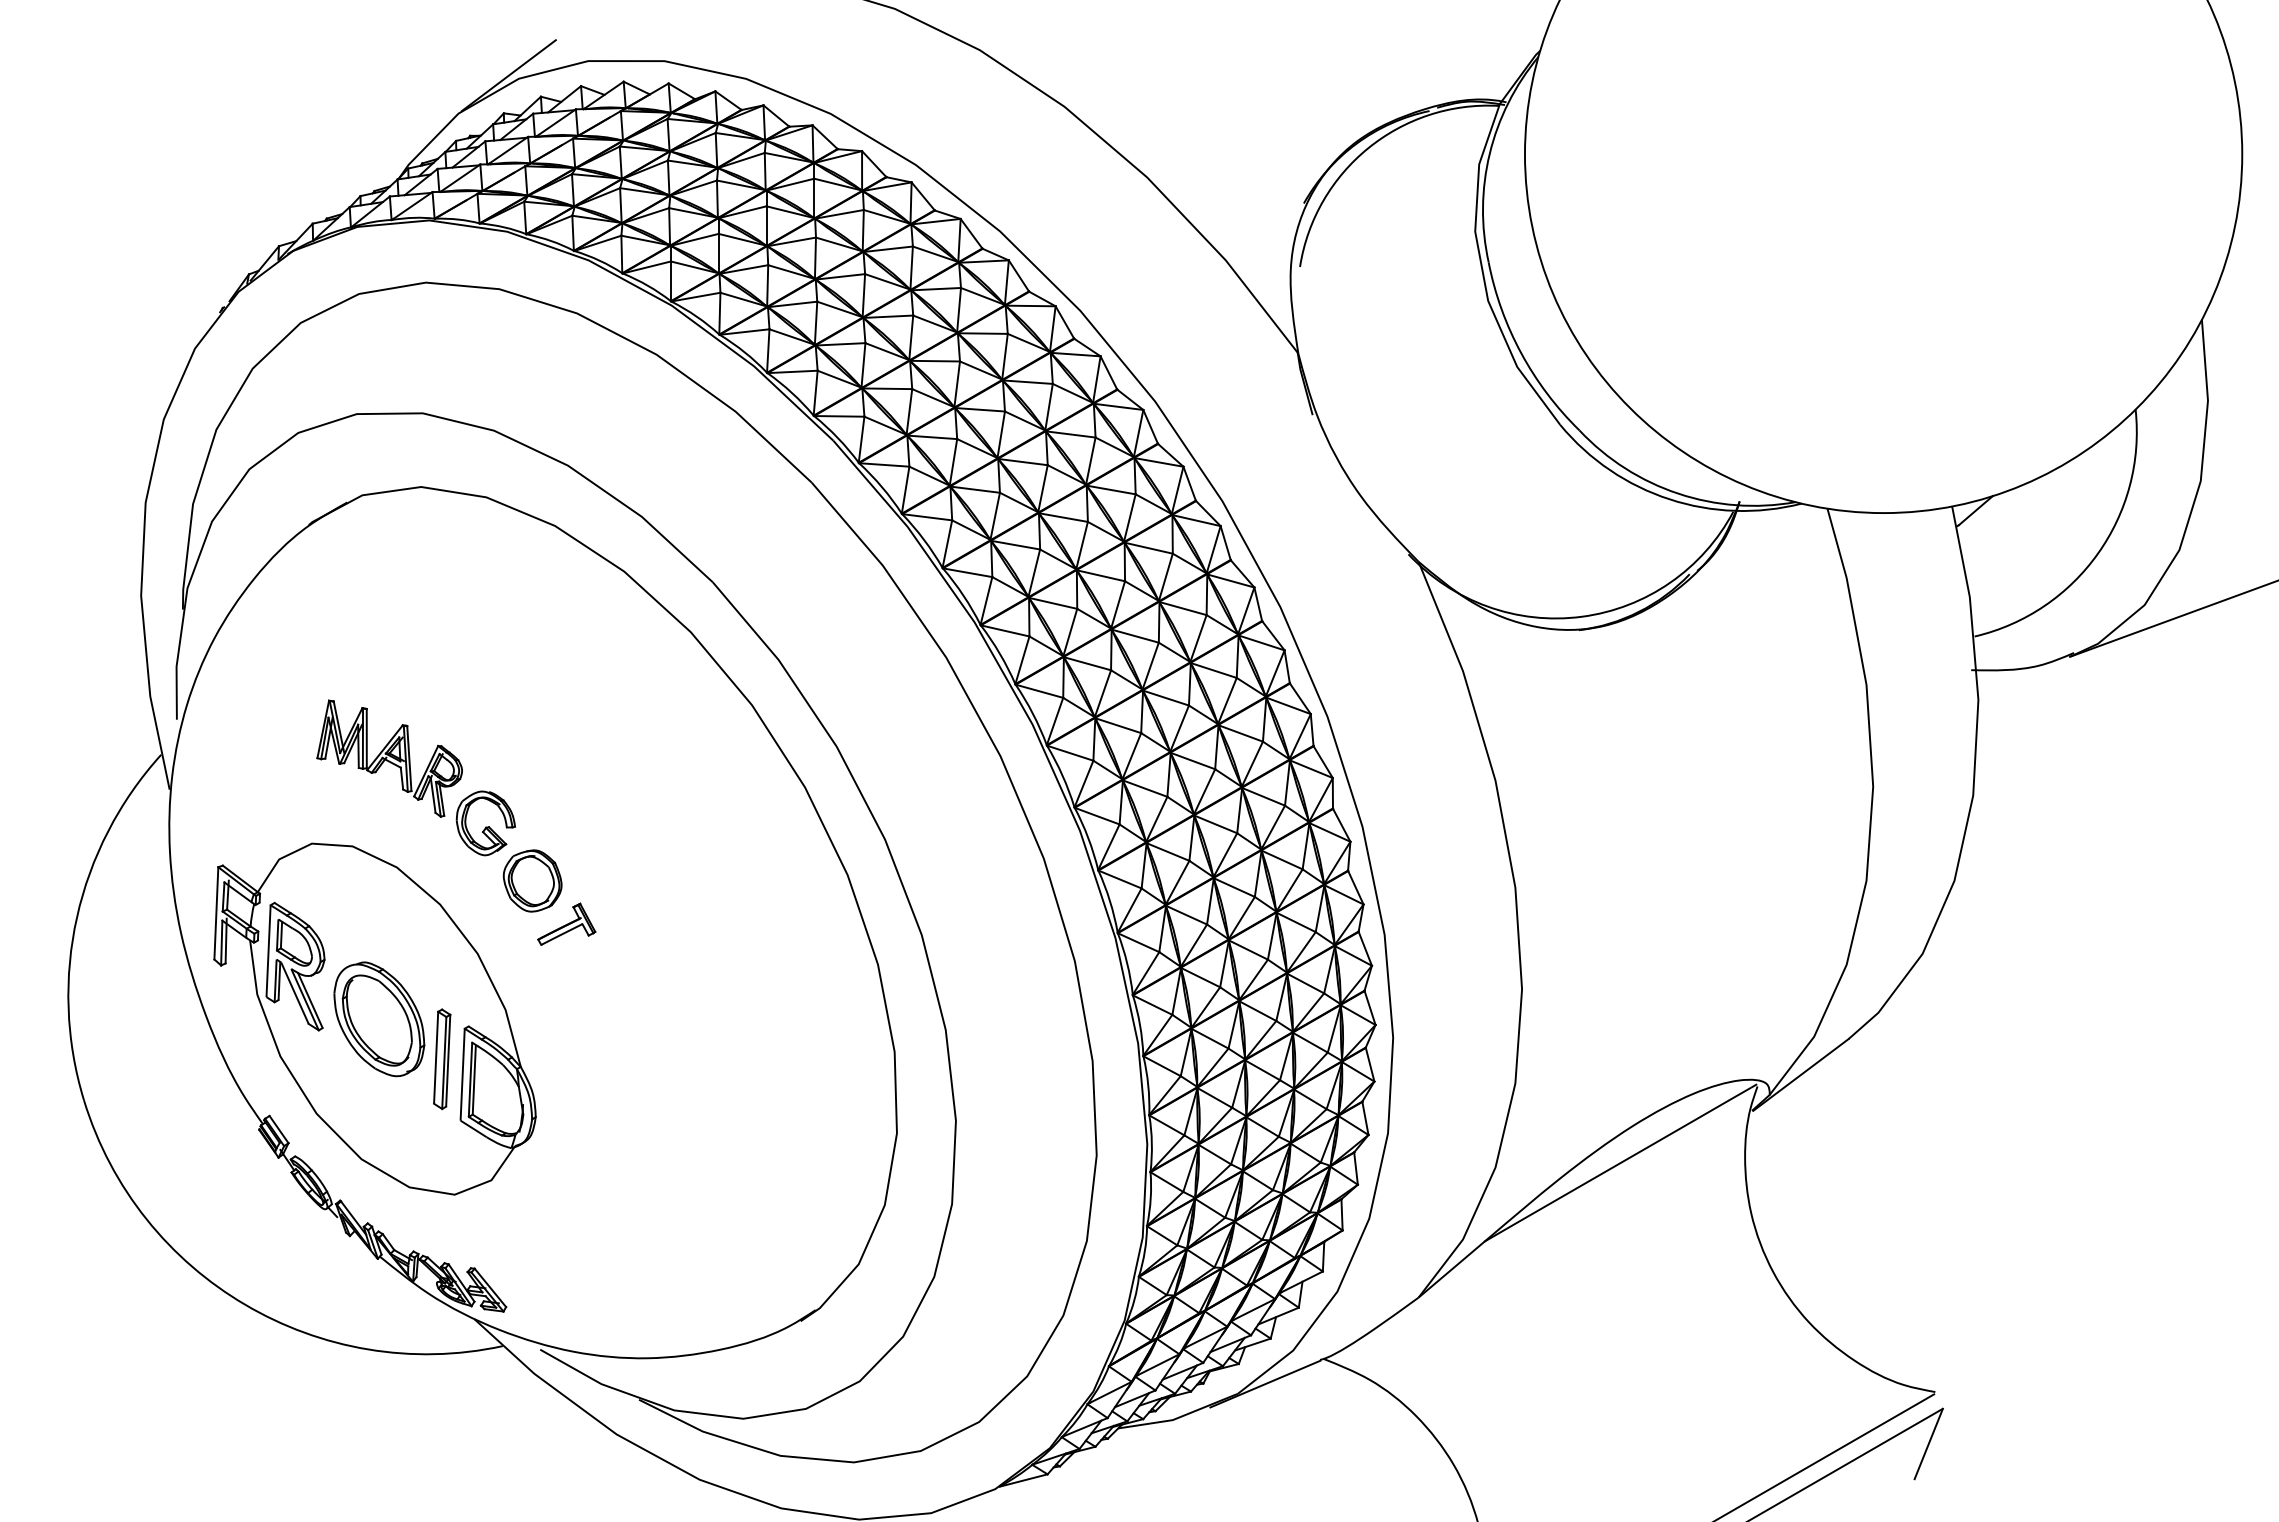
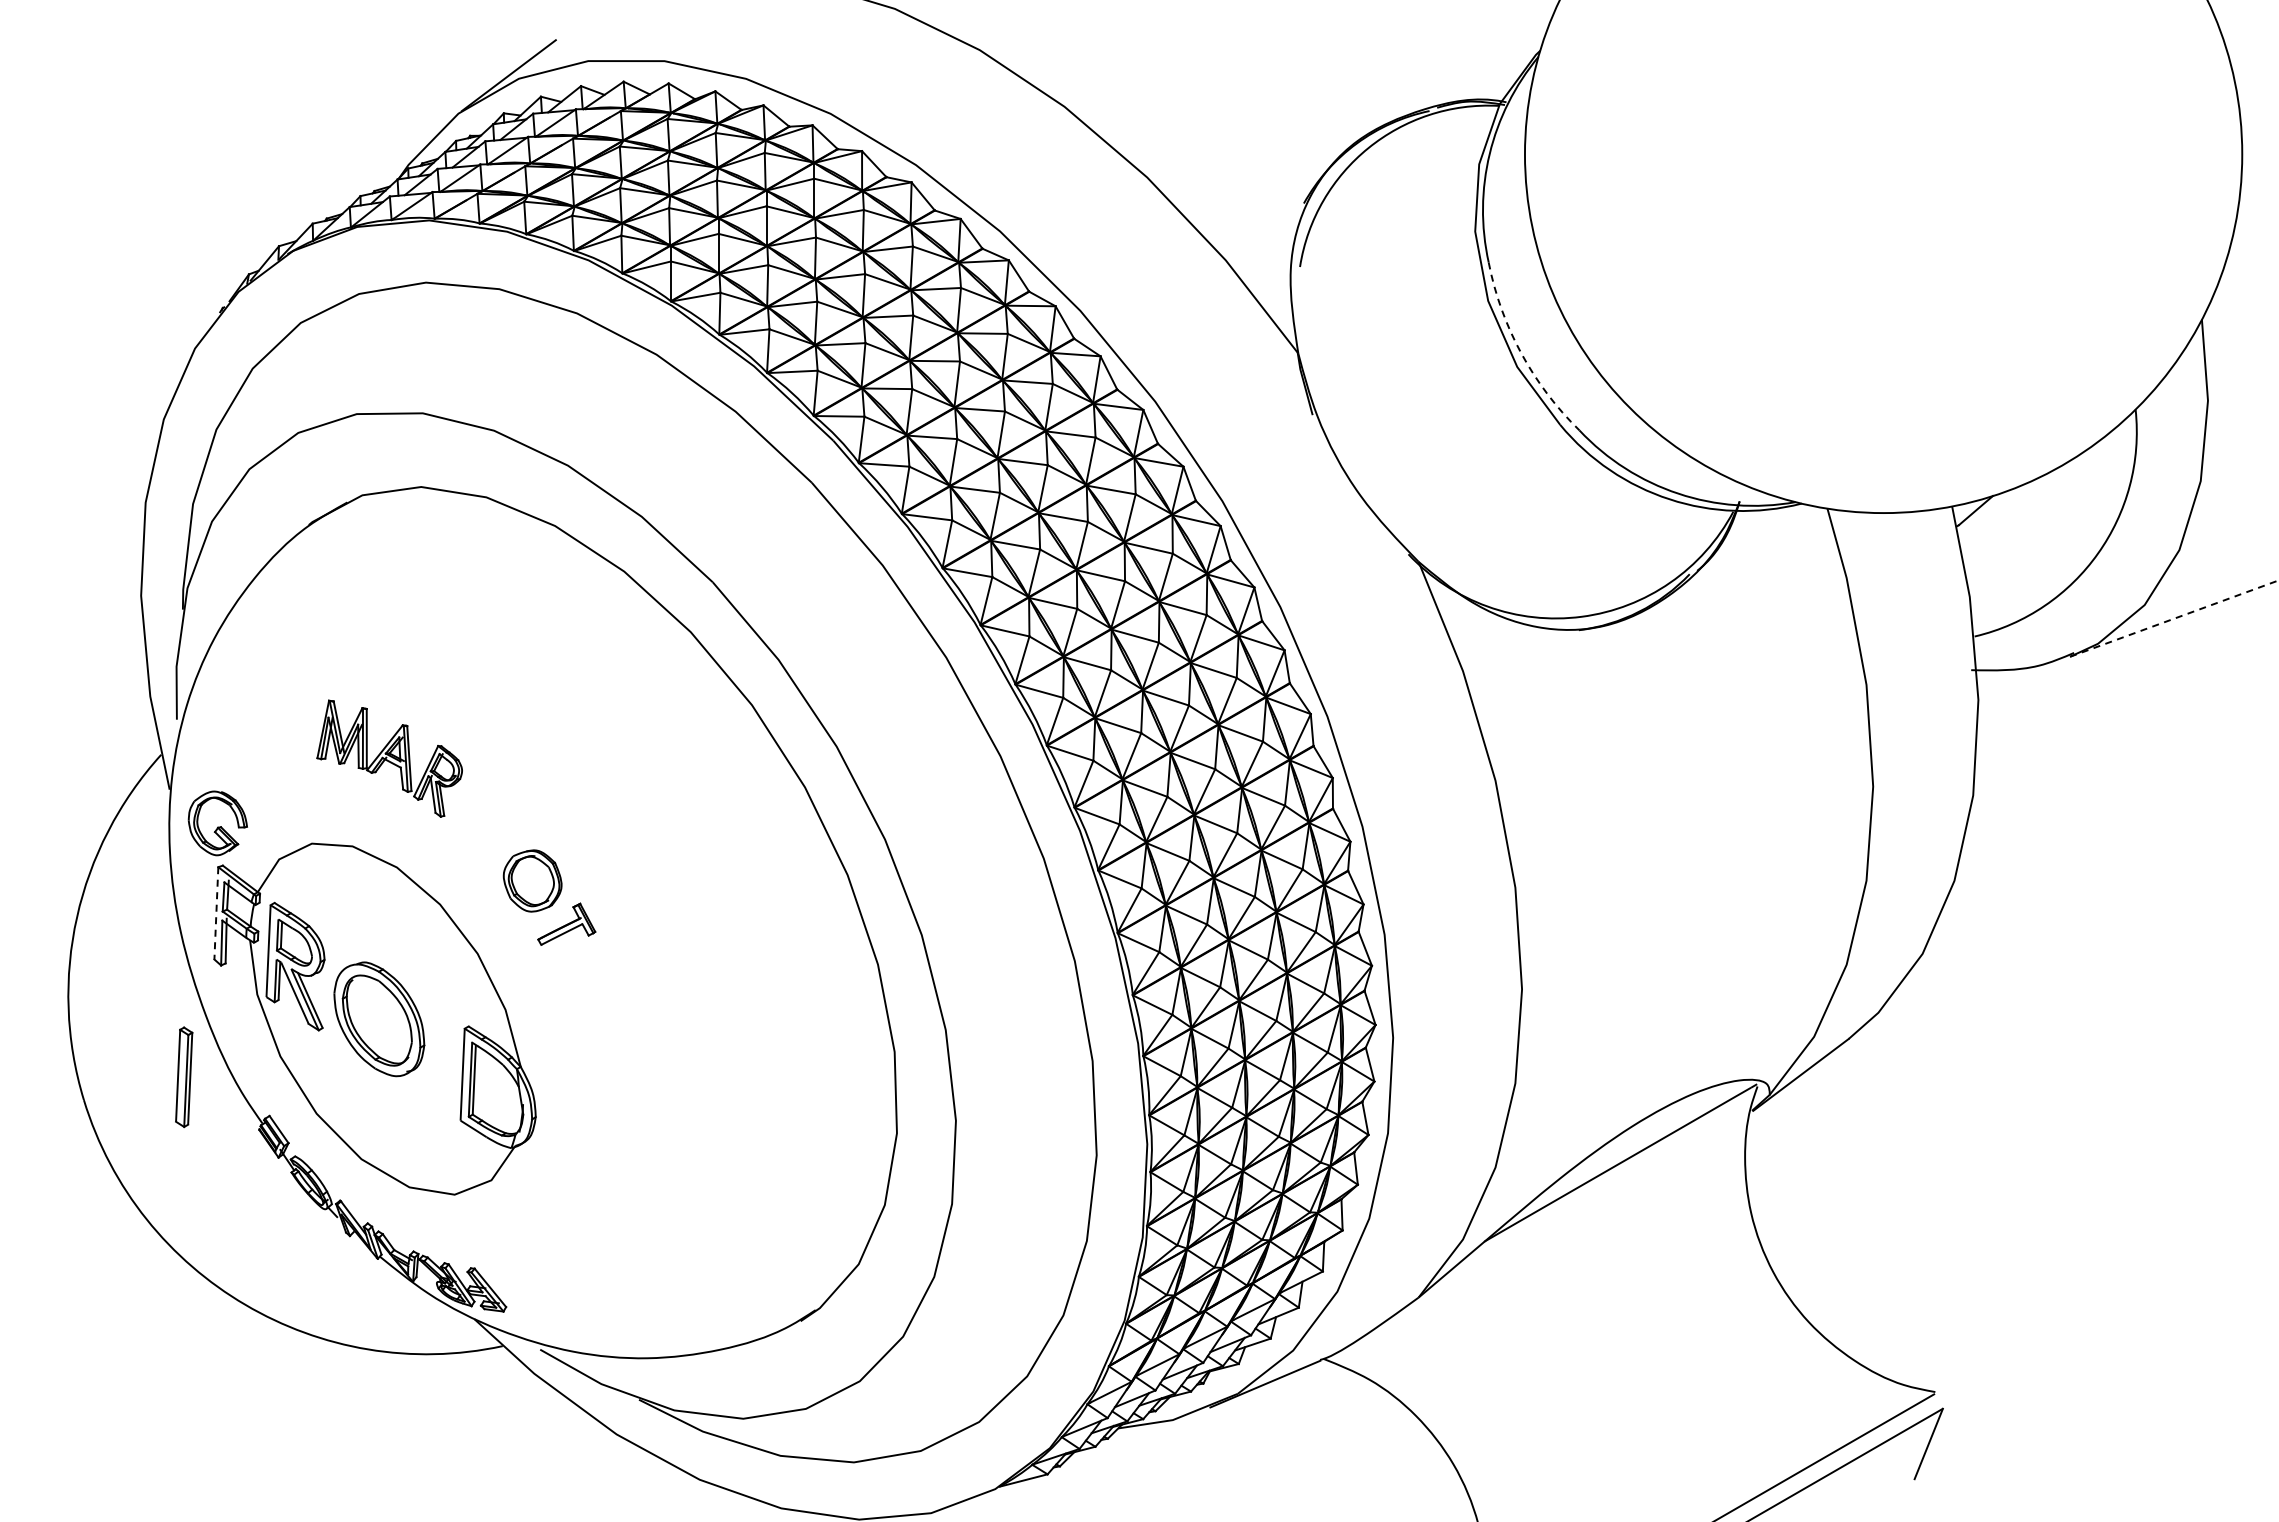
arc at (1521, 353): solid -> dashed
line at (2174, 618): solid -> dashed
part at (485, 823) position: (485, 823) -> (217, 823)
line at (216, 913): solid -> dashed
part at (442, 1059) position: (442, 1059) -> (184, 1077)
